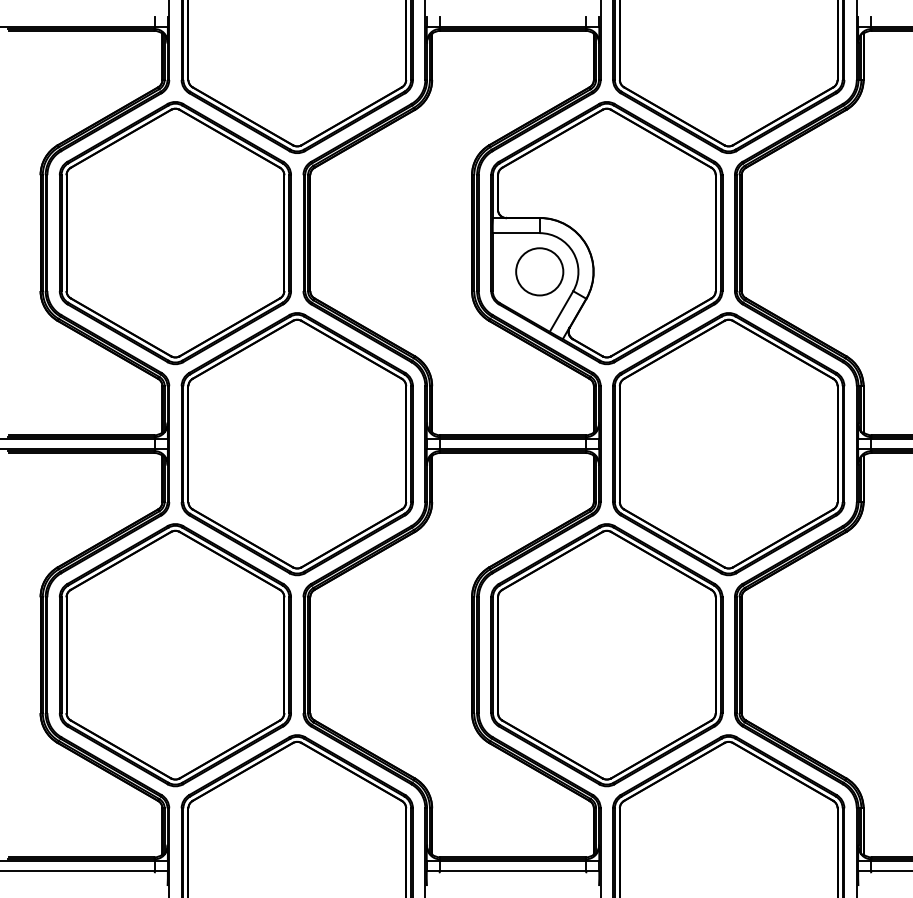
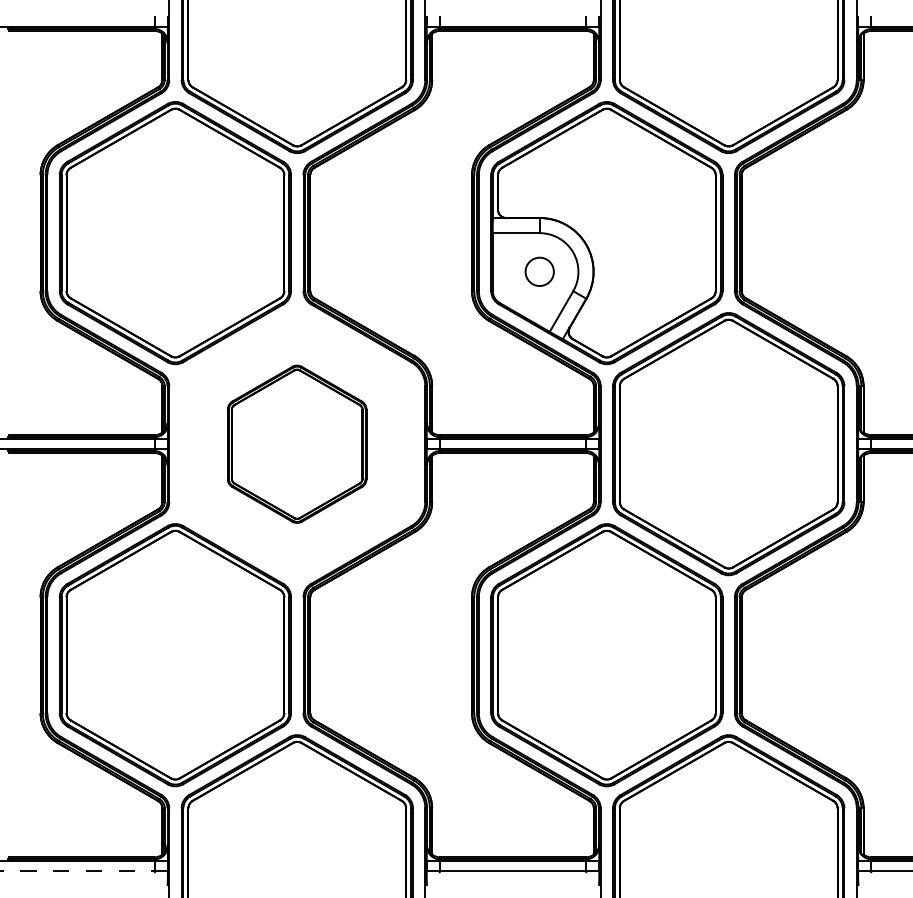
circle at (539, 271) diameter: 47 px -> 28 px
part at (296, 444) size: 234x265 px -> 142x160 px
line at (84, 871): solid -> dashed
